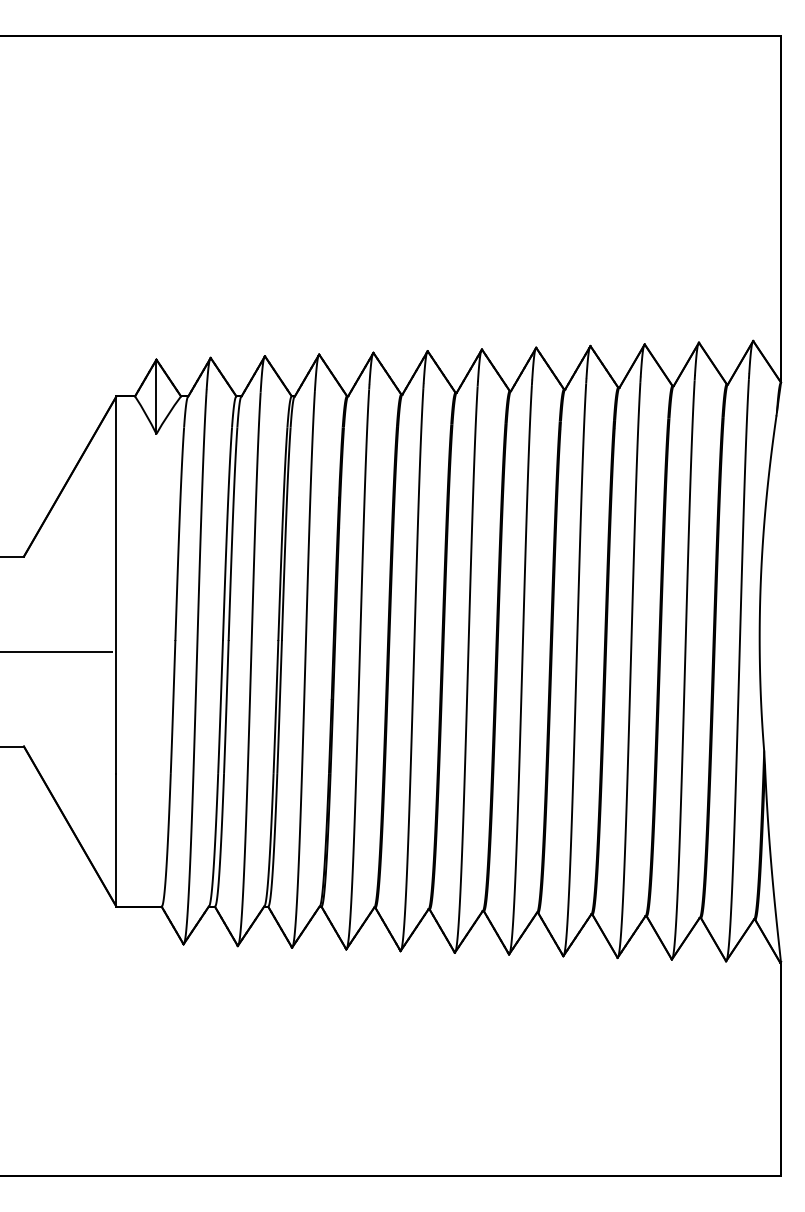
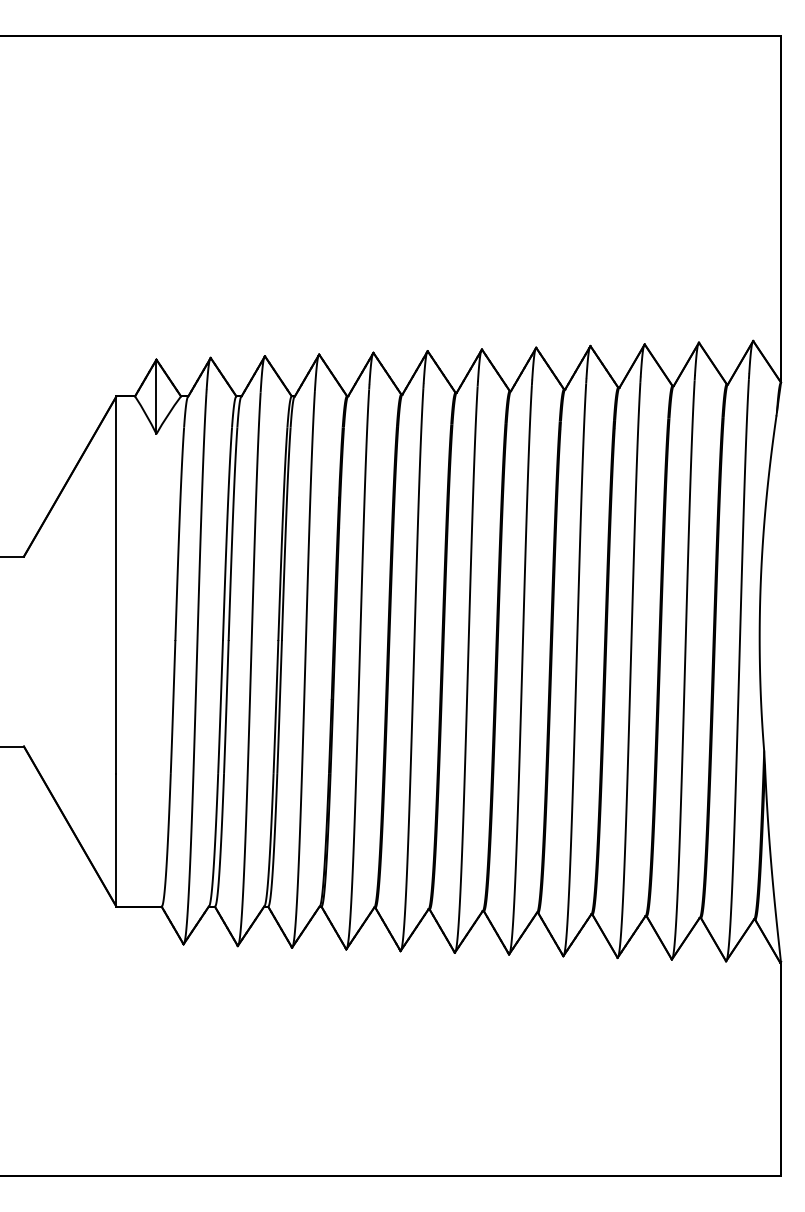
line at (57, 651): present -> none
